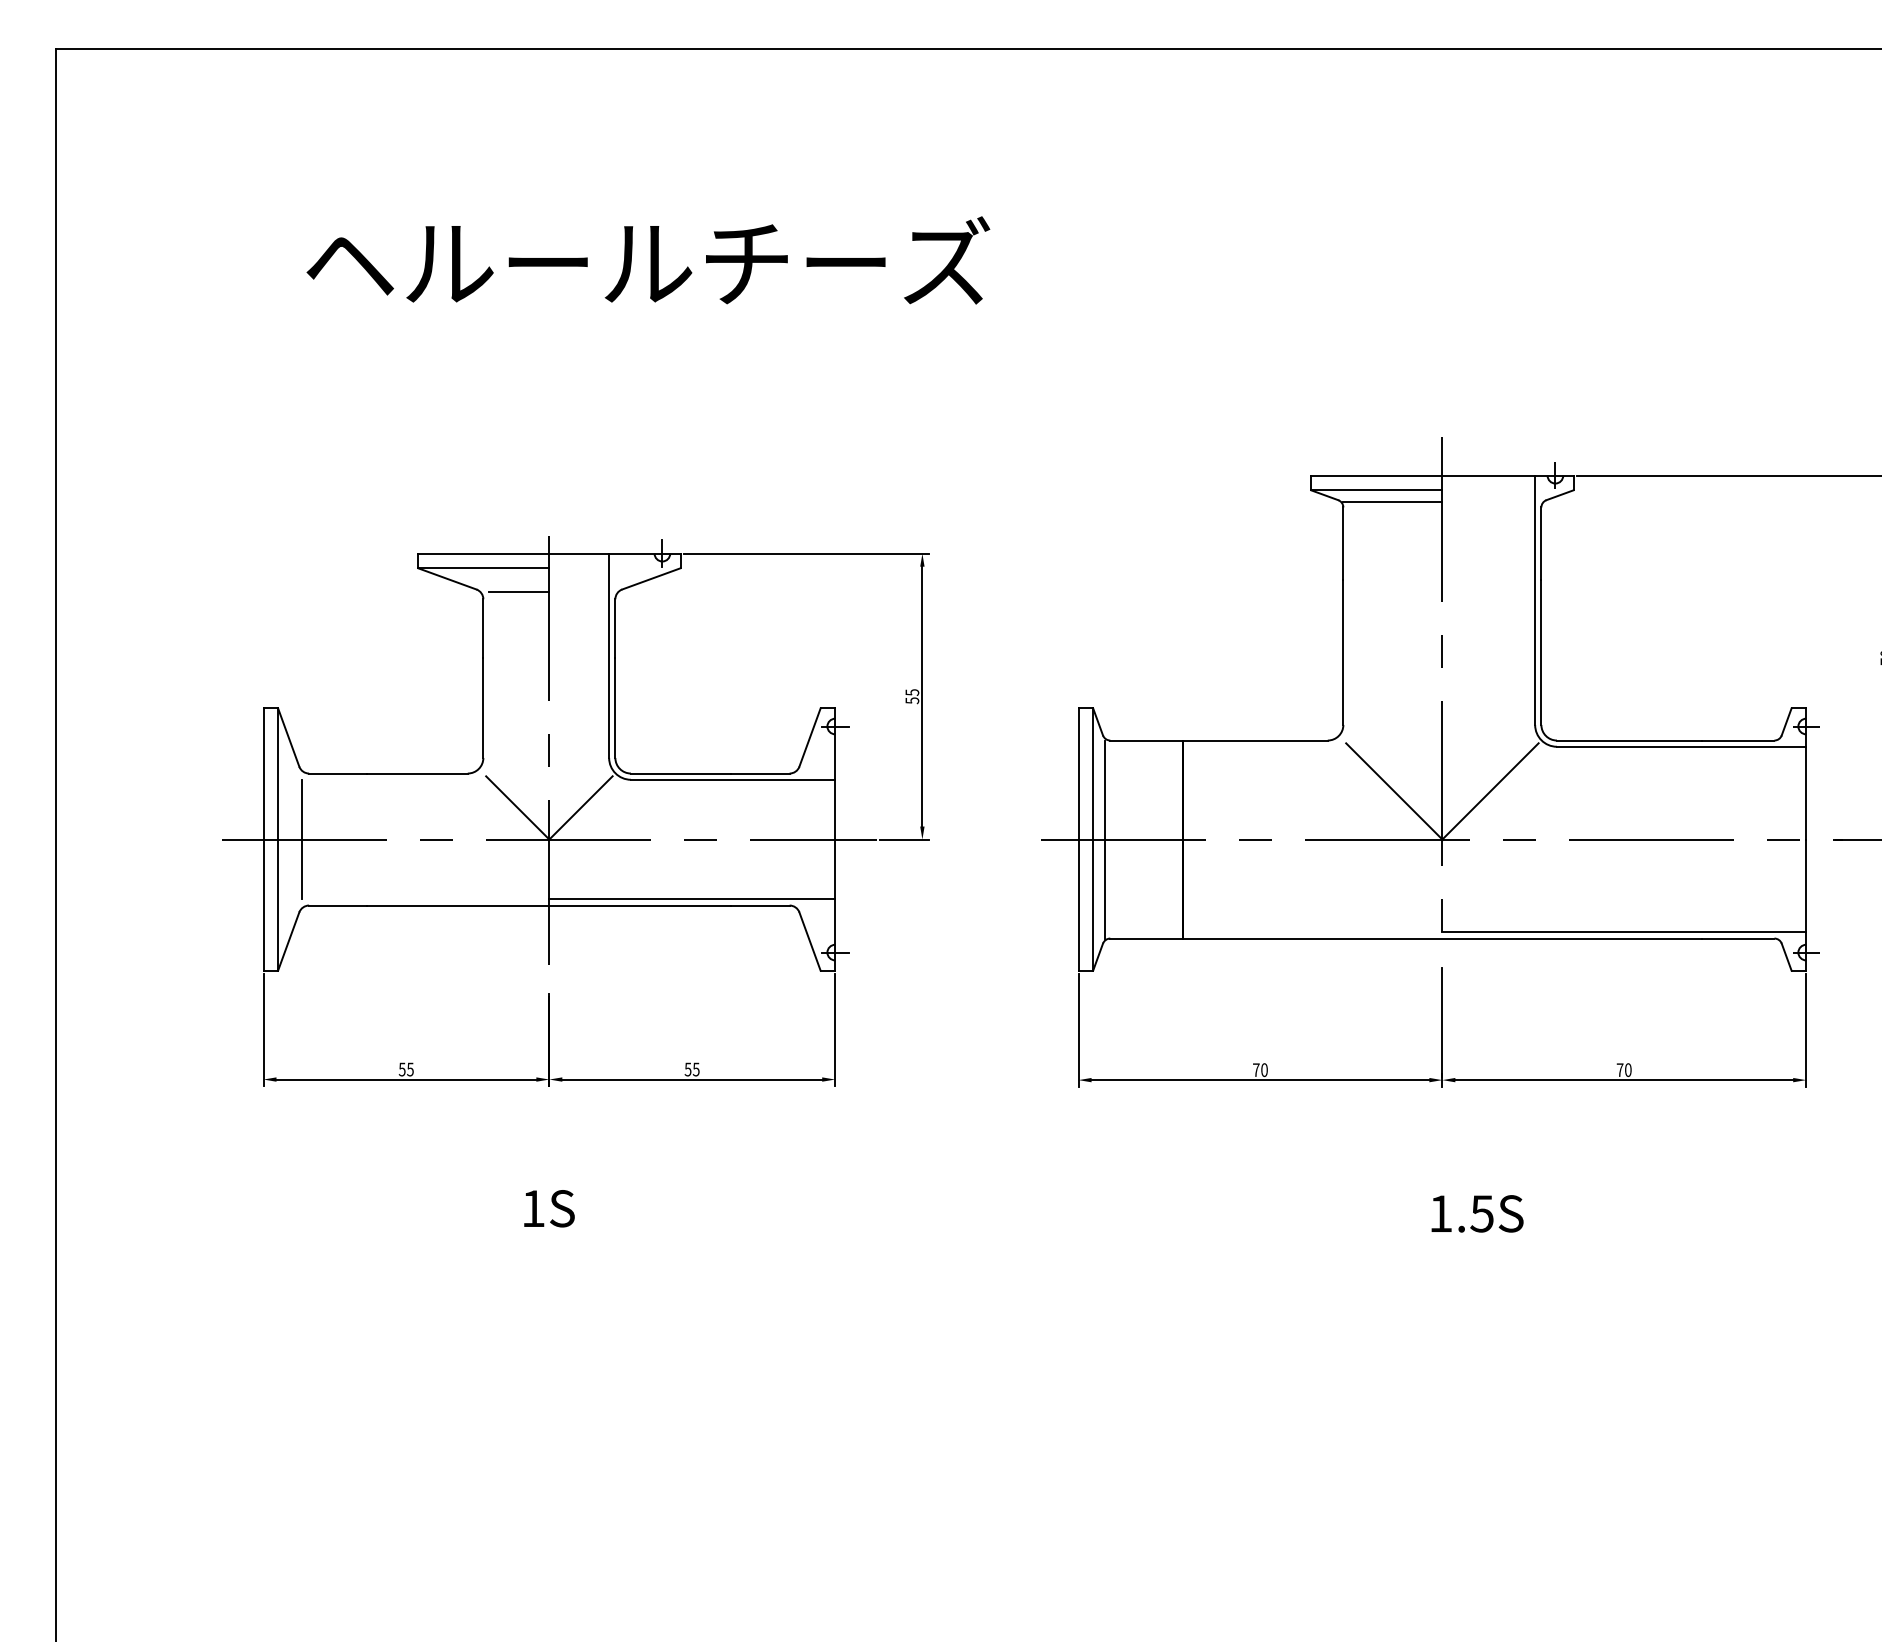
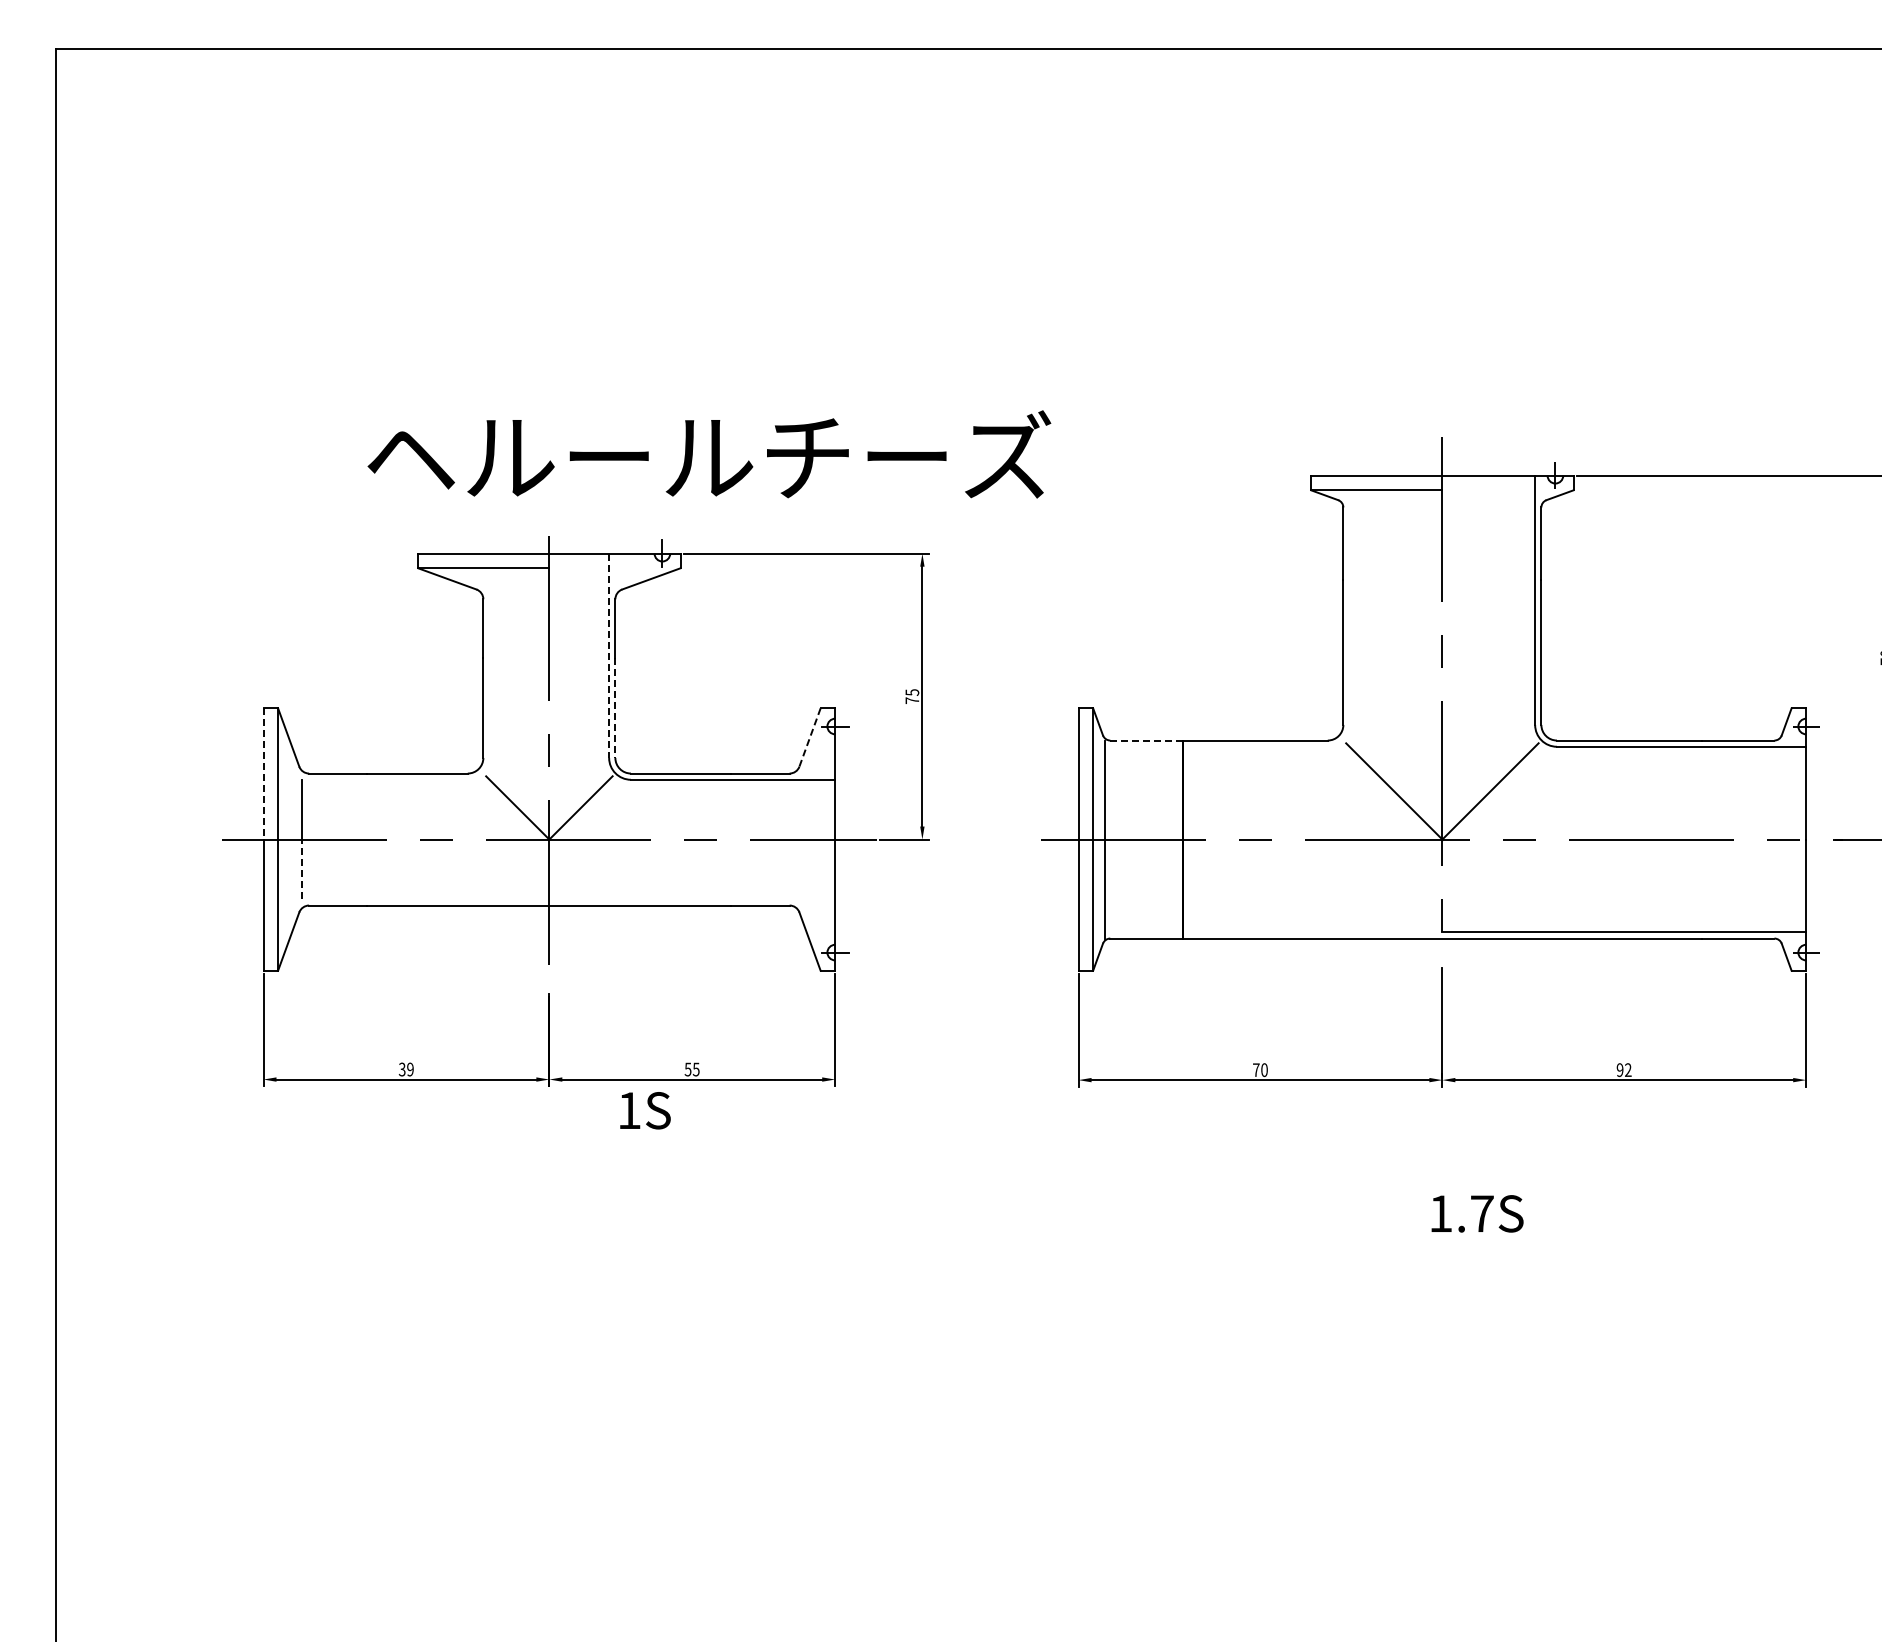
text at (648, 260) position: (648, 260) -> (709, 454)
line at (1392, 502): present -> none
line at (519, 592): present -> none
line at (609, 656): solid -> dashed
text at (912, 700): 55 -> 75
line at (615, 708): solid -> dashed
line at (809, 737): solid -> dashed
line at (1146, 740): solid -> dashed
line at (263, 773): solid -> dashed
line at (301, 869): solid -> dashed
line at (692, 899): present -> none
text at (406, 1069): 55 -> 39
text at (1623, 1070): 70 -> 92
text at (549, 1208) position: (549, 1208) -> (645, 1110)
text at (1481, 1213): 1.5S -> 1.7S
